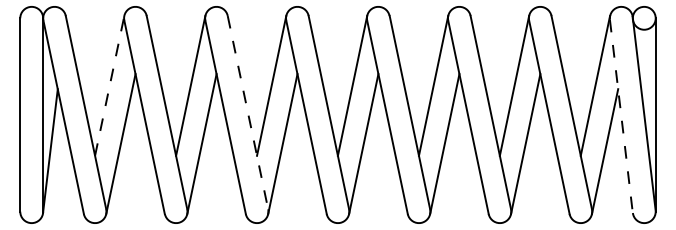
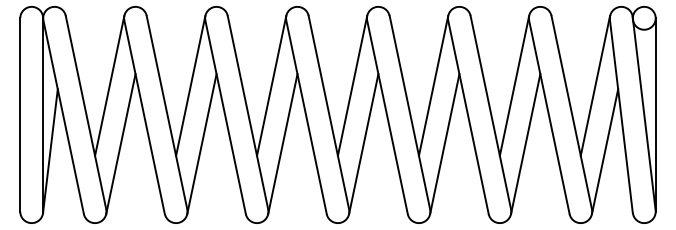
line at (109, 85): dashed -> solid
line at (247, 112): dashed -> solid
line at (621, 116): dashed -> solid
